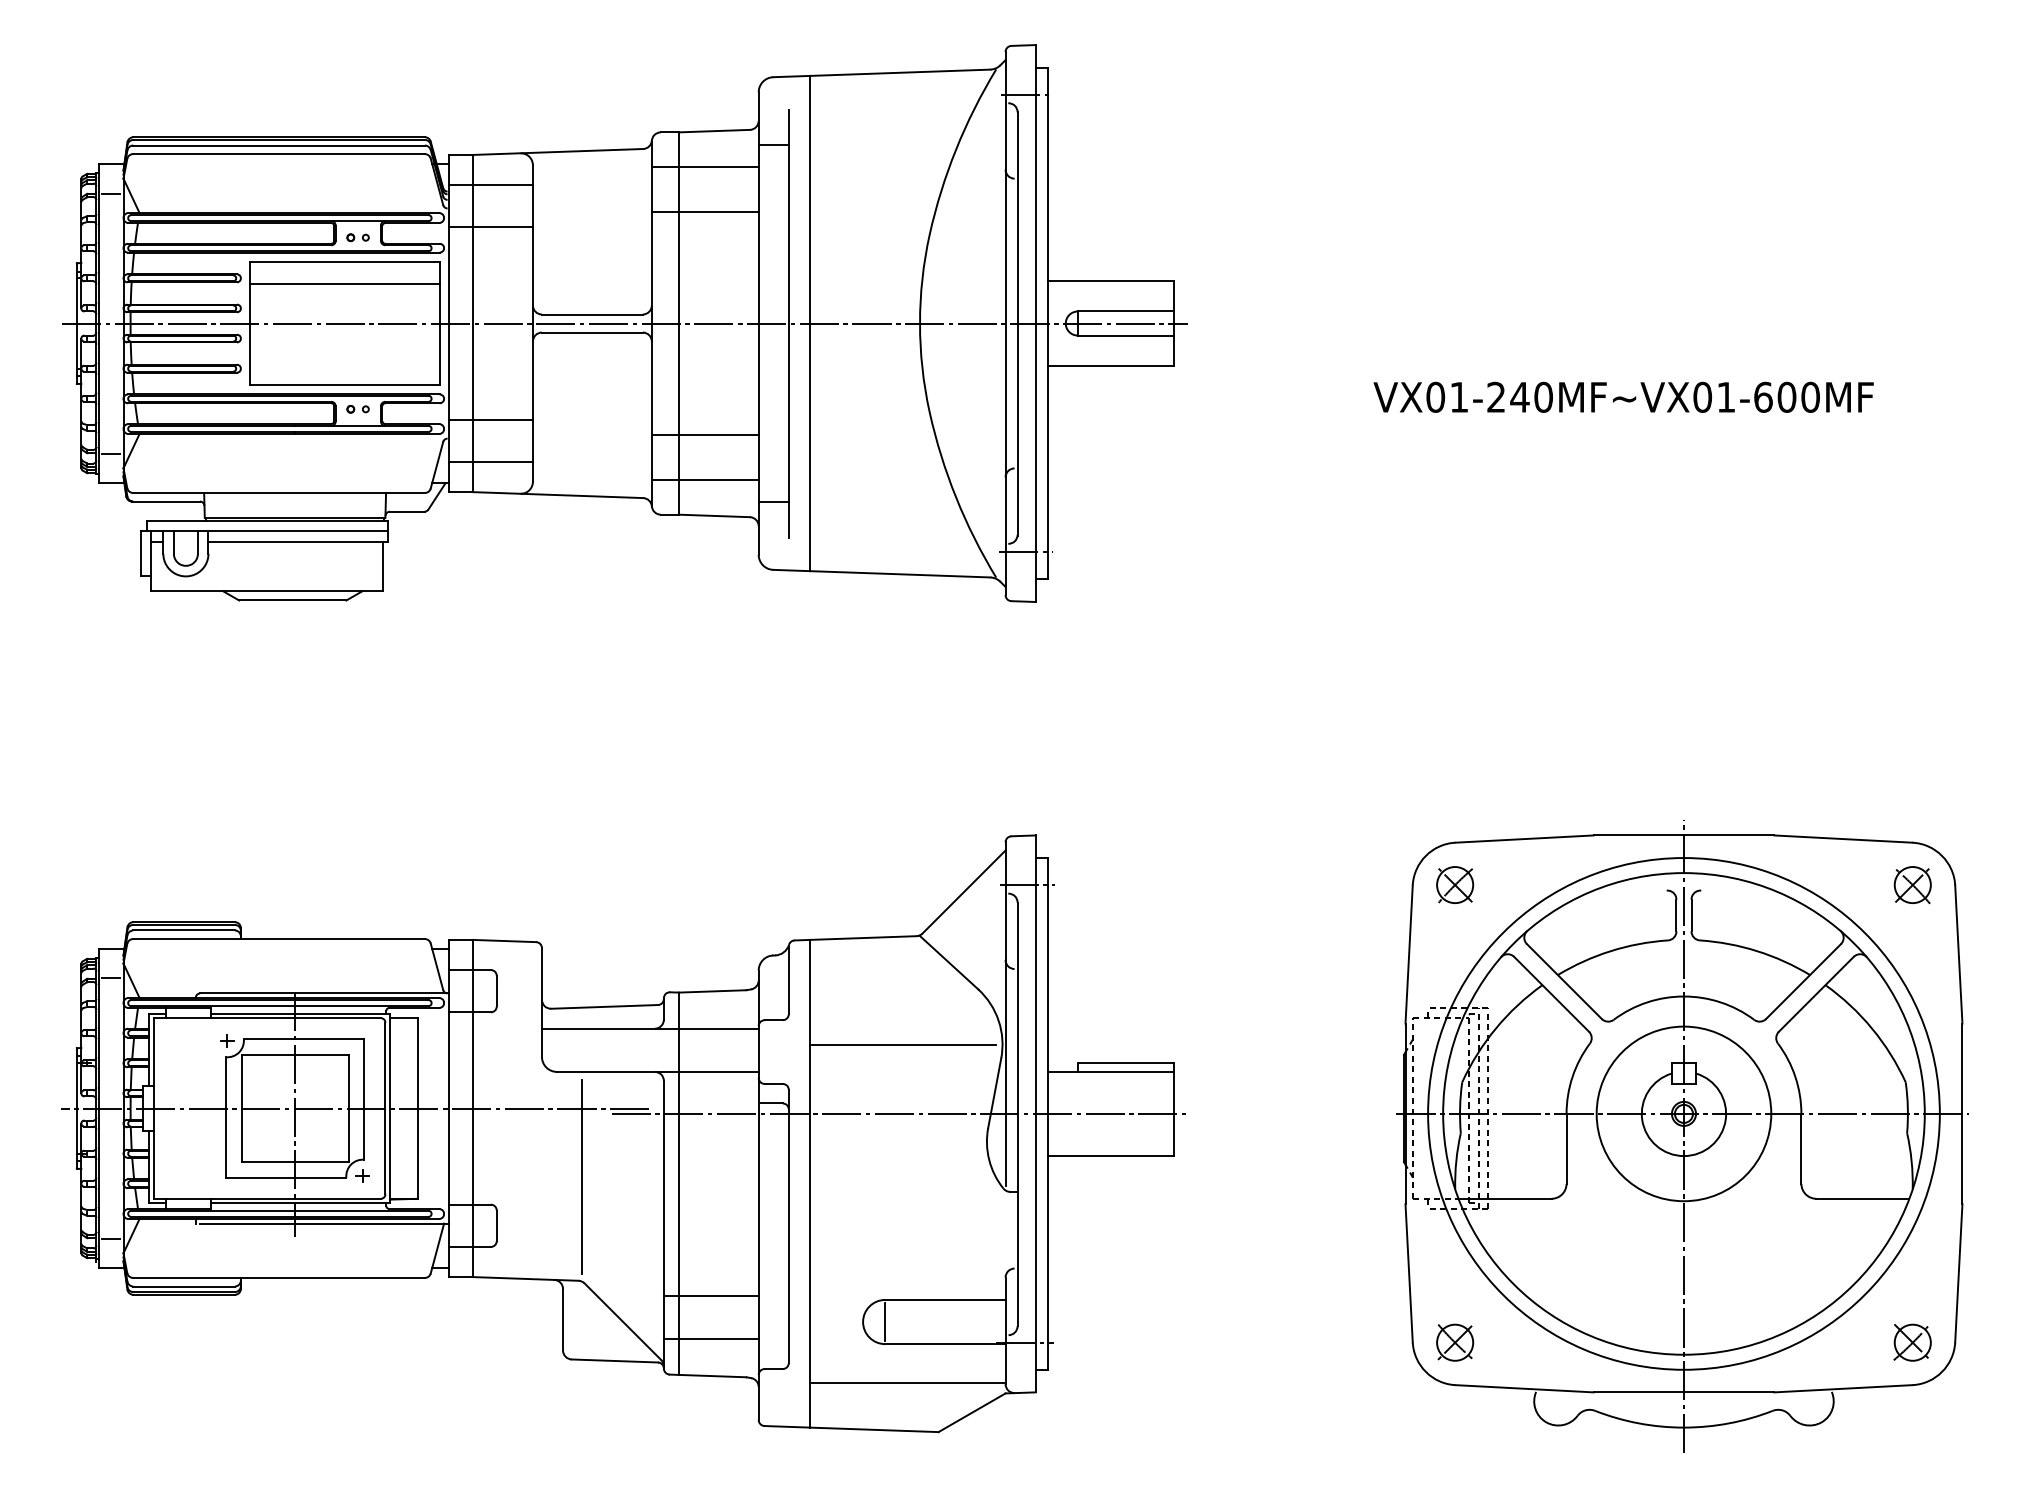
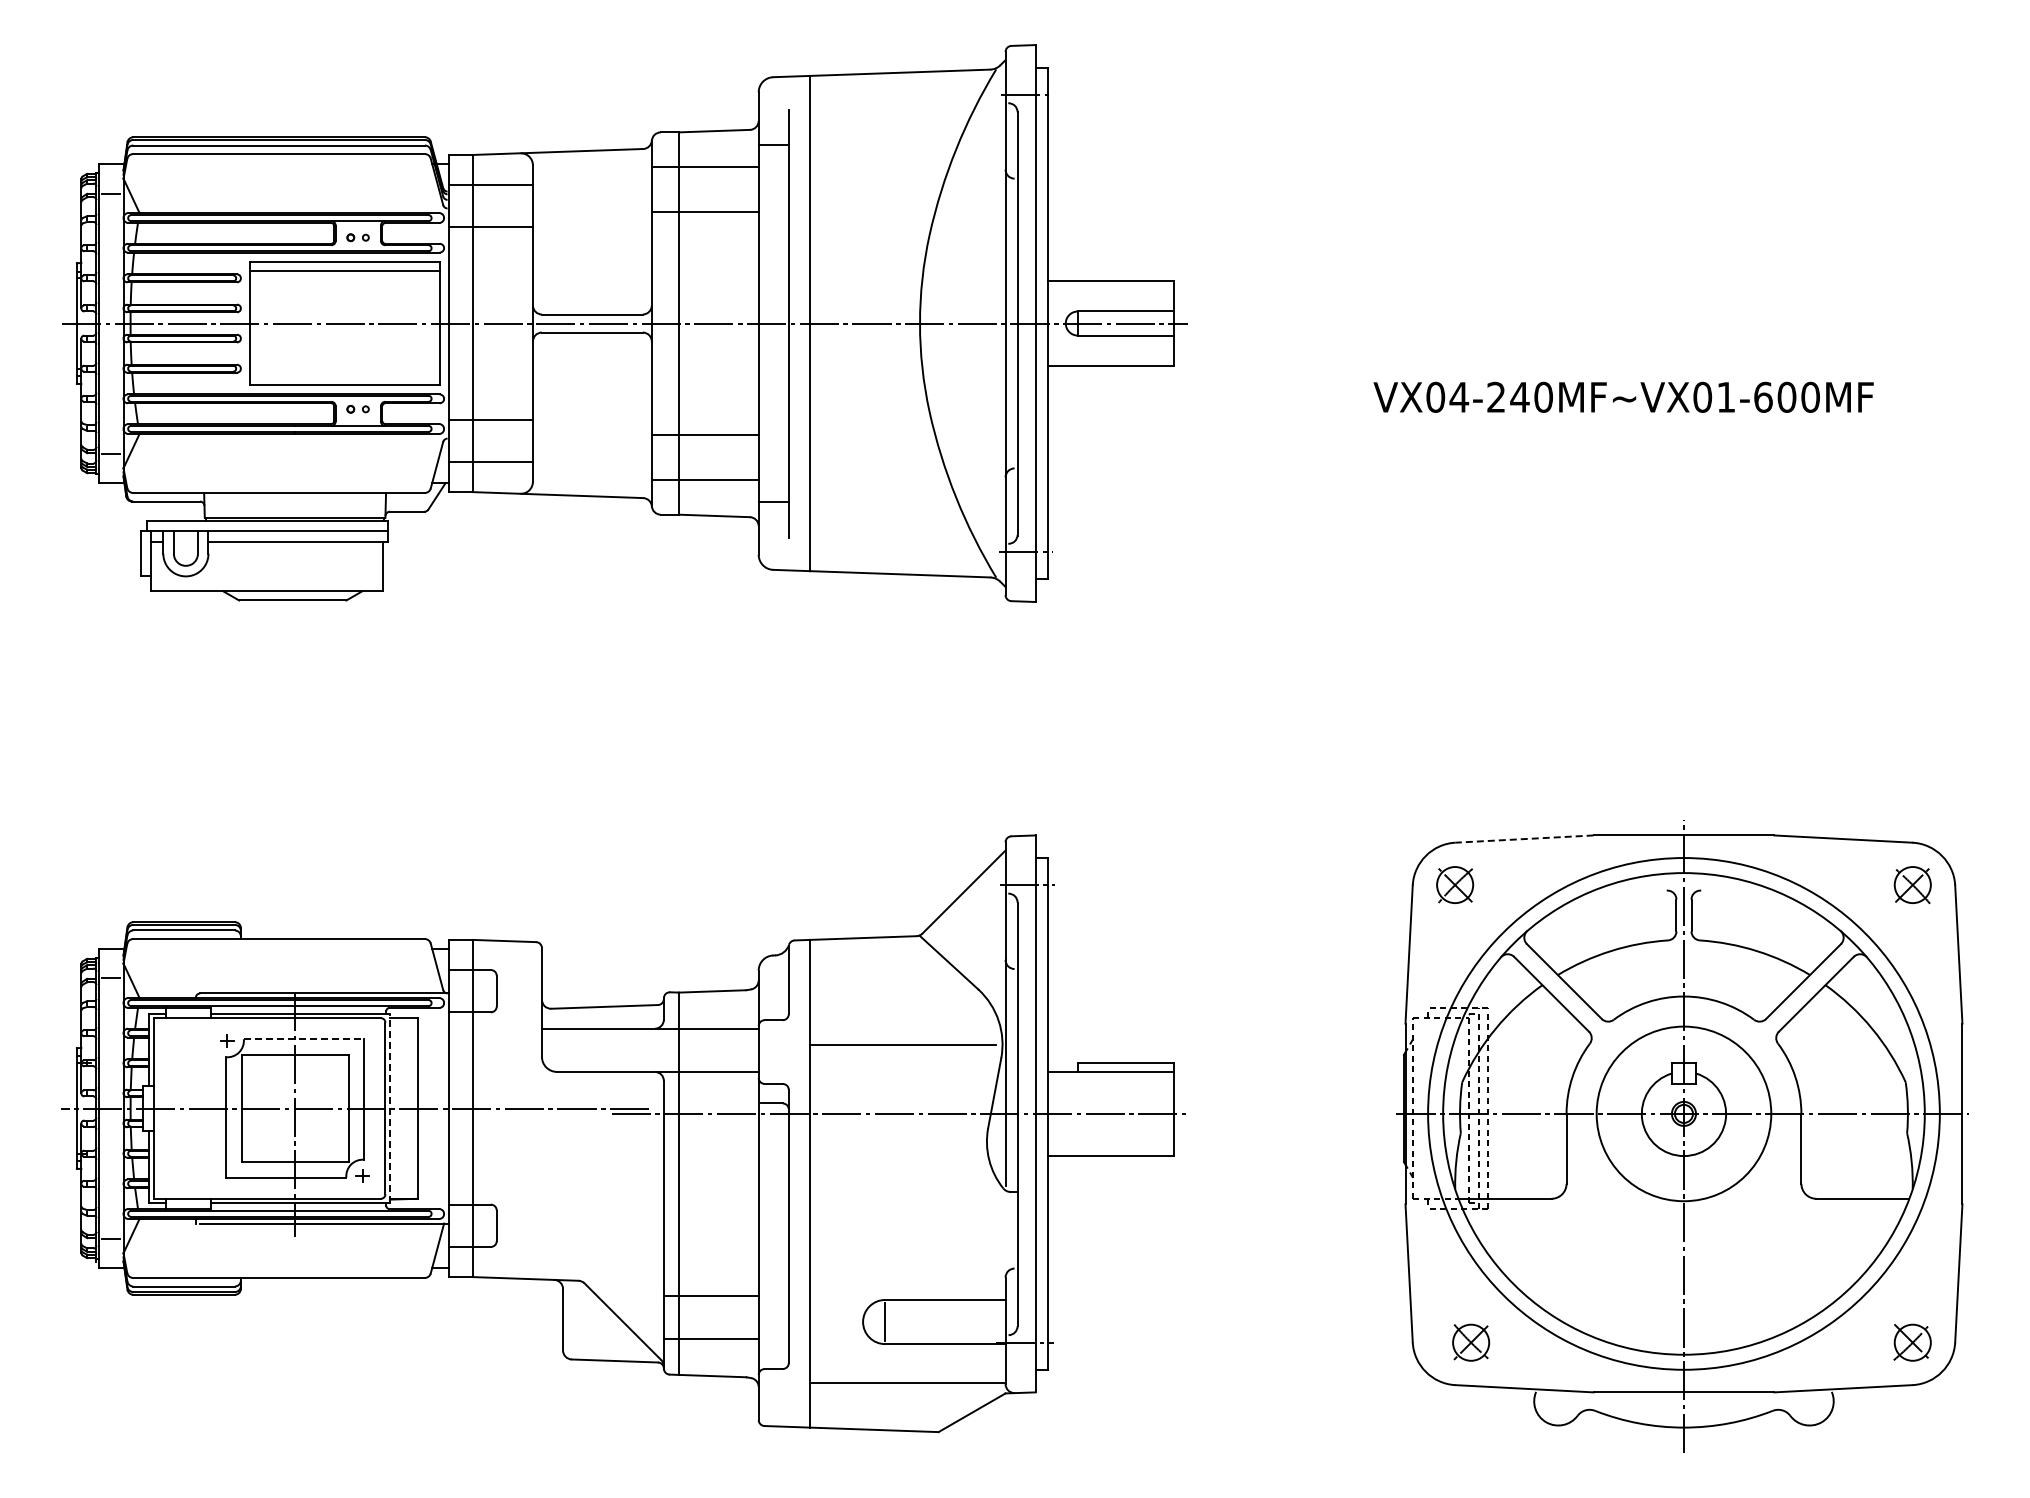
line at (344, 284) position: (344, 284) -> (344, 271)
text at (1459, 397): VX01-240MF~VX01-600MF -> VX04-240MF~VX01-600MF
line at (1524, 839): solid -> dashed
line at (304, 1039): solid -> dashed
line at (389, 1108): solid -> dashed
line at (582, 1176): present -> none
part at (1455, 1342) position: (1455, 1342) -> (1471, 1342)
